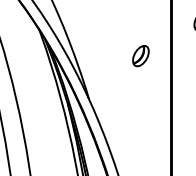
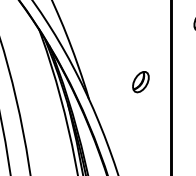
part at (140, 56) position: (140, 56) -> (140, 82)
